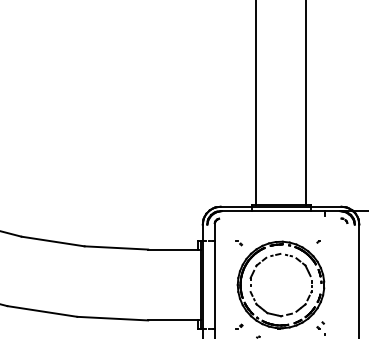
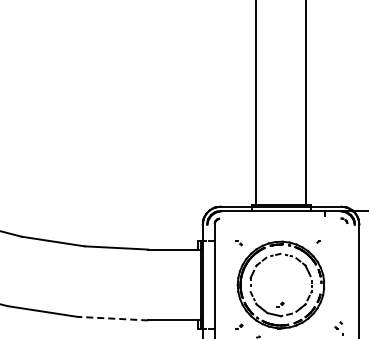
part at (280, 304): none -> present
line at (112, 318): solid -> dashed
part at (320, 328) position: (320, 328) -> (338, 328)
